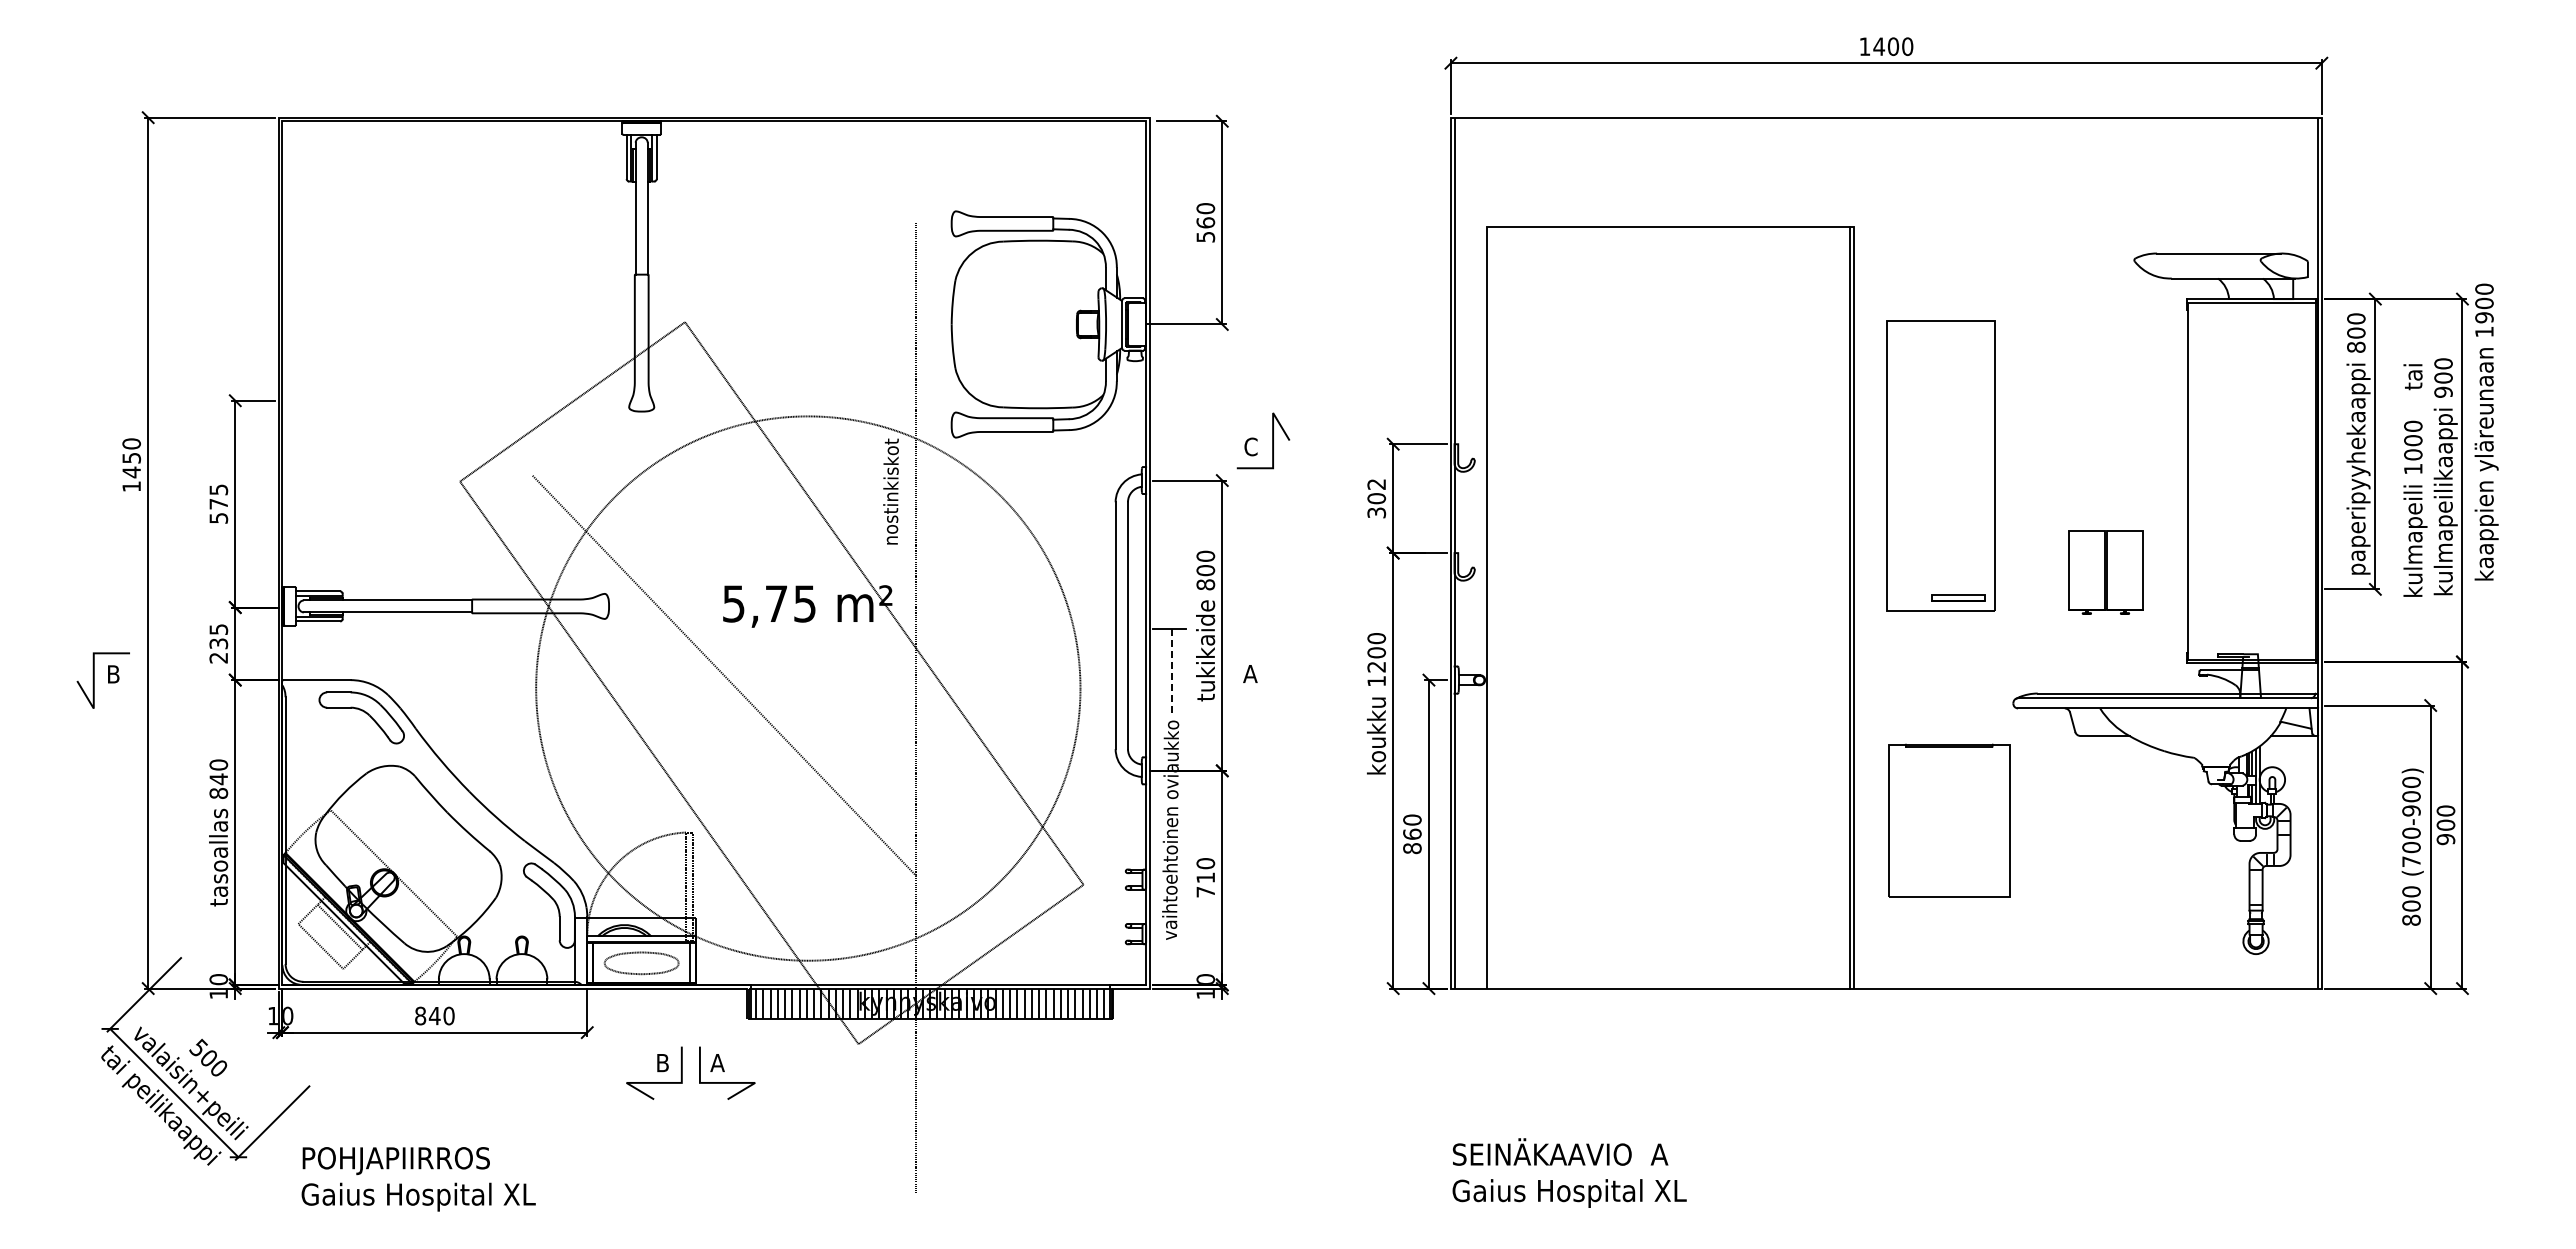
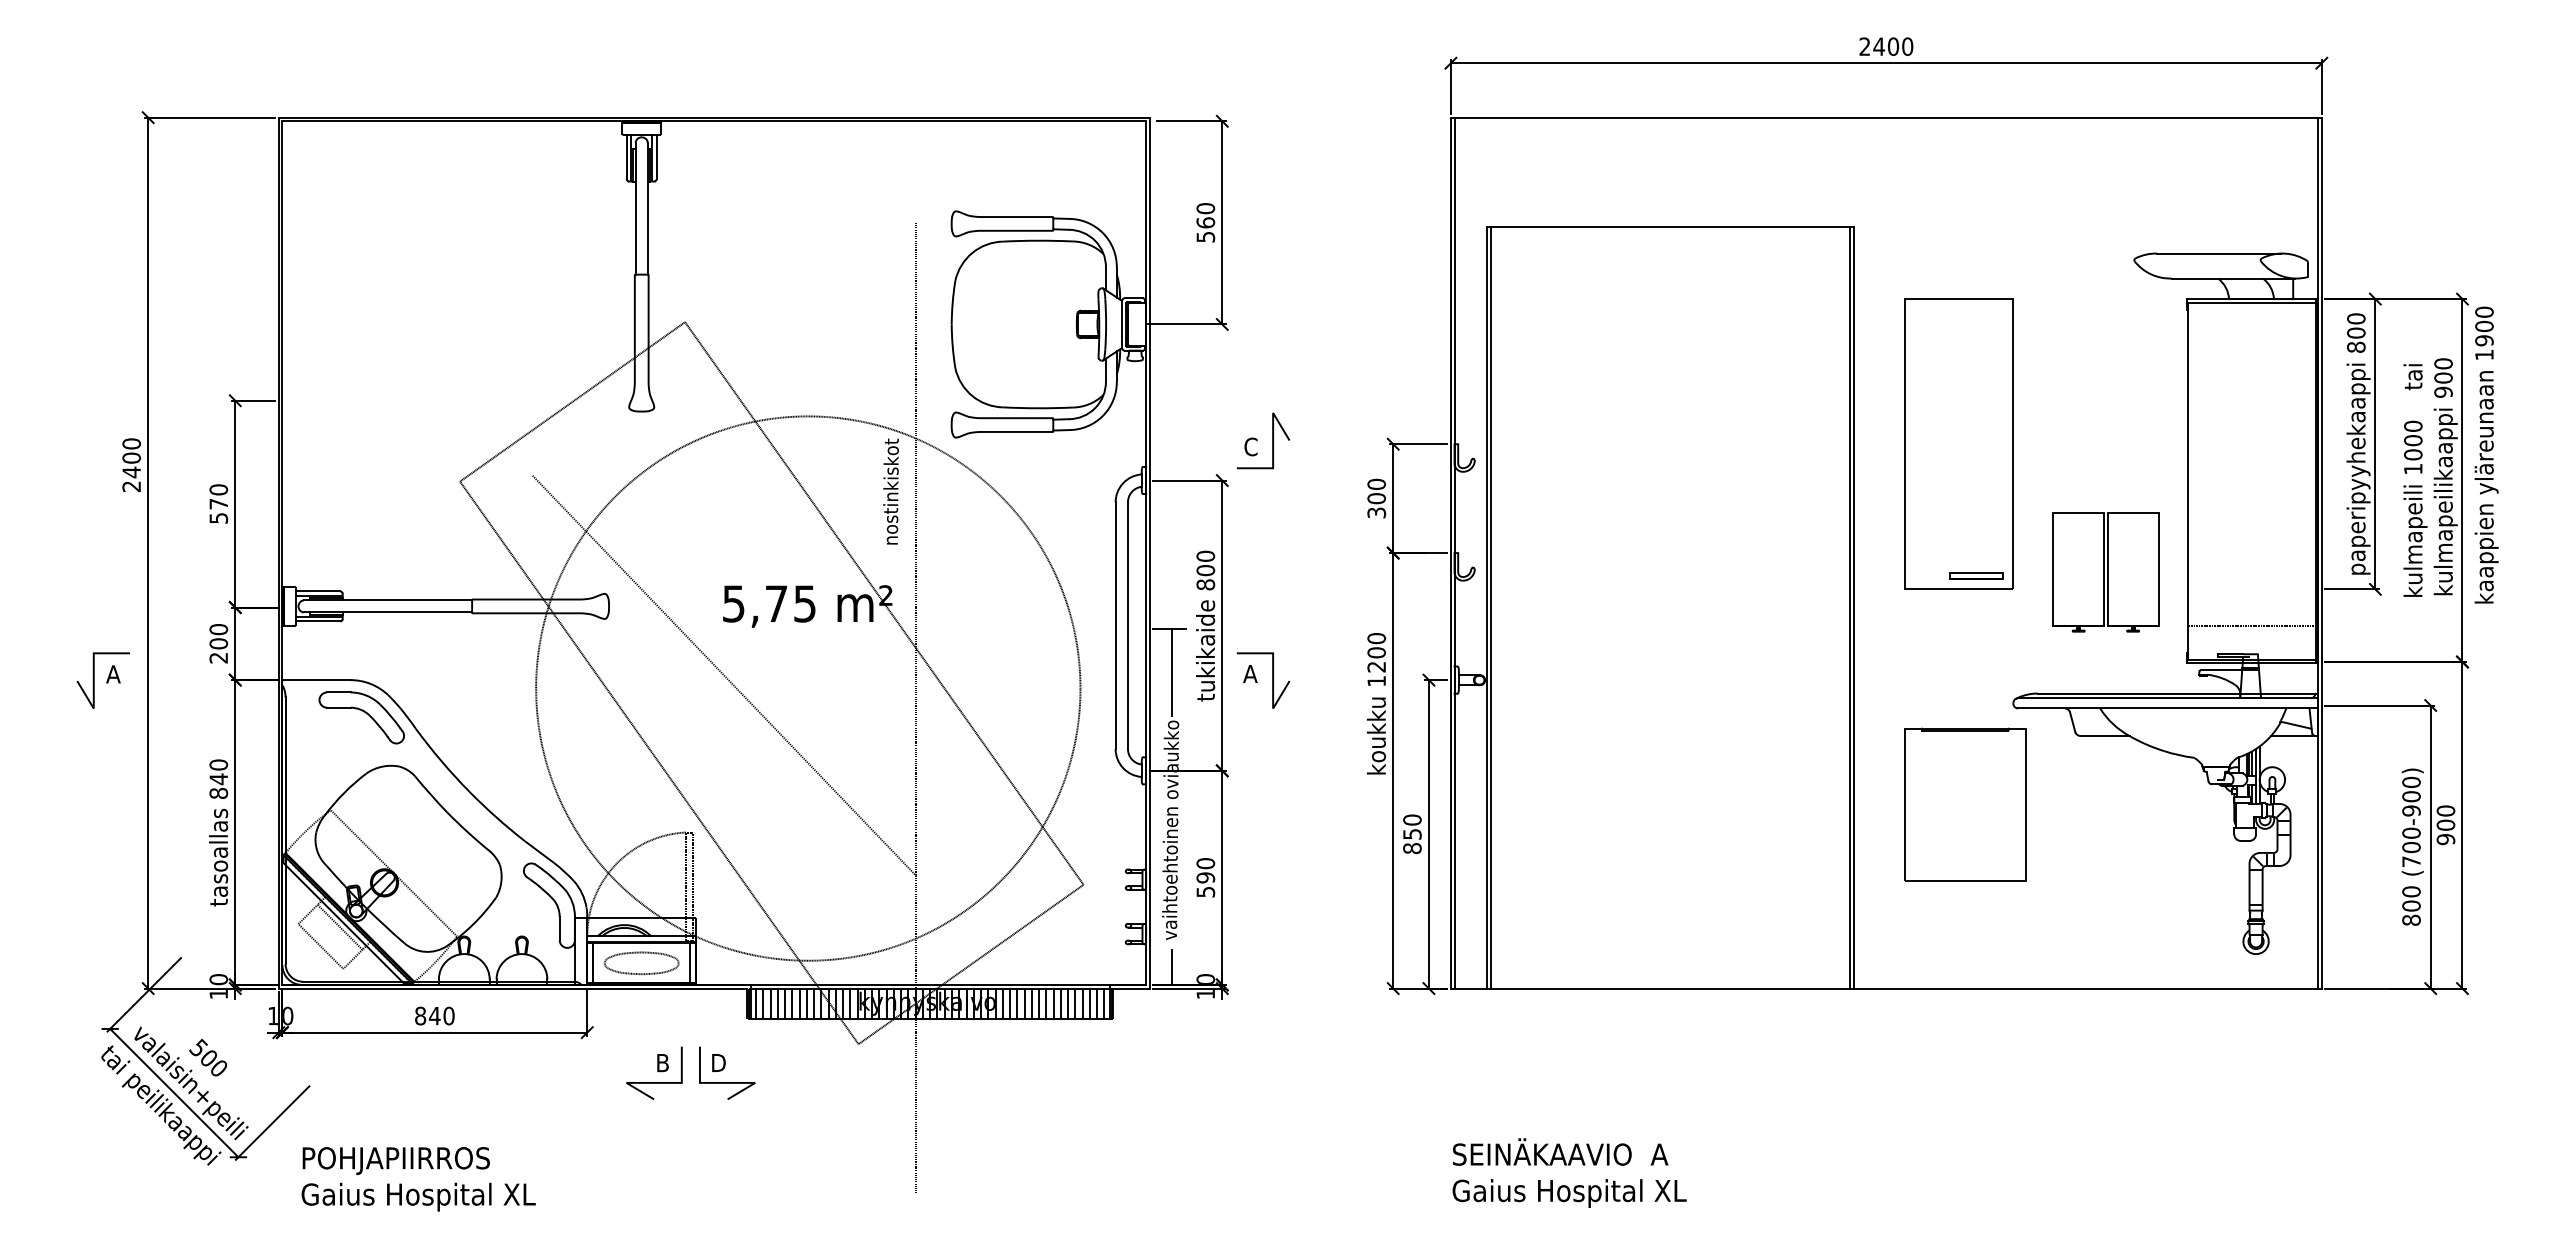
text at (1864, 46): 1400 -> 2400
text at (2486, 431) position: (2486, 431) -> (2486, 454)
part at (1940, 465) position: (1940, 465) -> (1958, 443)
text at (131, 472): 1450 -> 2400
text at (1376, 483): 302 -> 300
text at (218, 489): 575 -> 570
part at (2105, 572) size: 76x85 px -> 108x121 px
line at (1490, 607): none -> present
line at (2252, 625): none -> present
text at (218, 636): 235 -> 200
line at (1171, 673): dashed -> solid
text at (113, 674): B -> A
line at (1272, 680): none -> present
part at (1949, 820) position: (1949, 820) -> (1965, 804)
text at (1412, 833): 860 -> 850
text at (1205, 884): 710 -> 590
line at (1171, 966): none -> present
text at (717, 1063): A -> D
